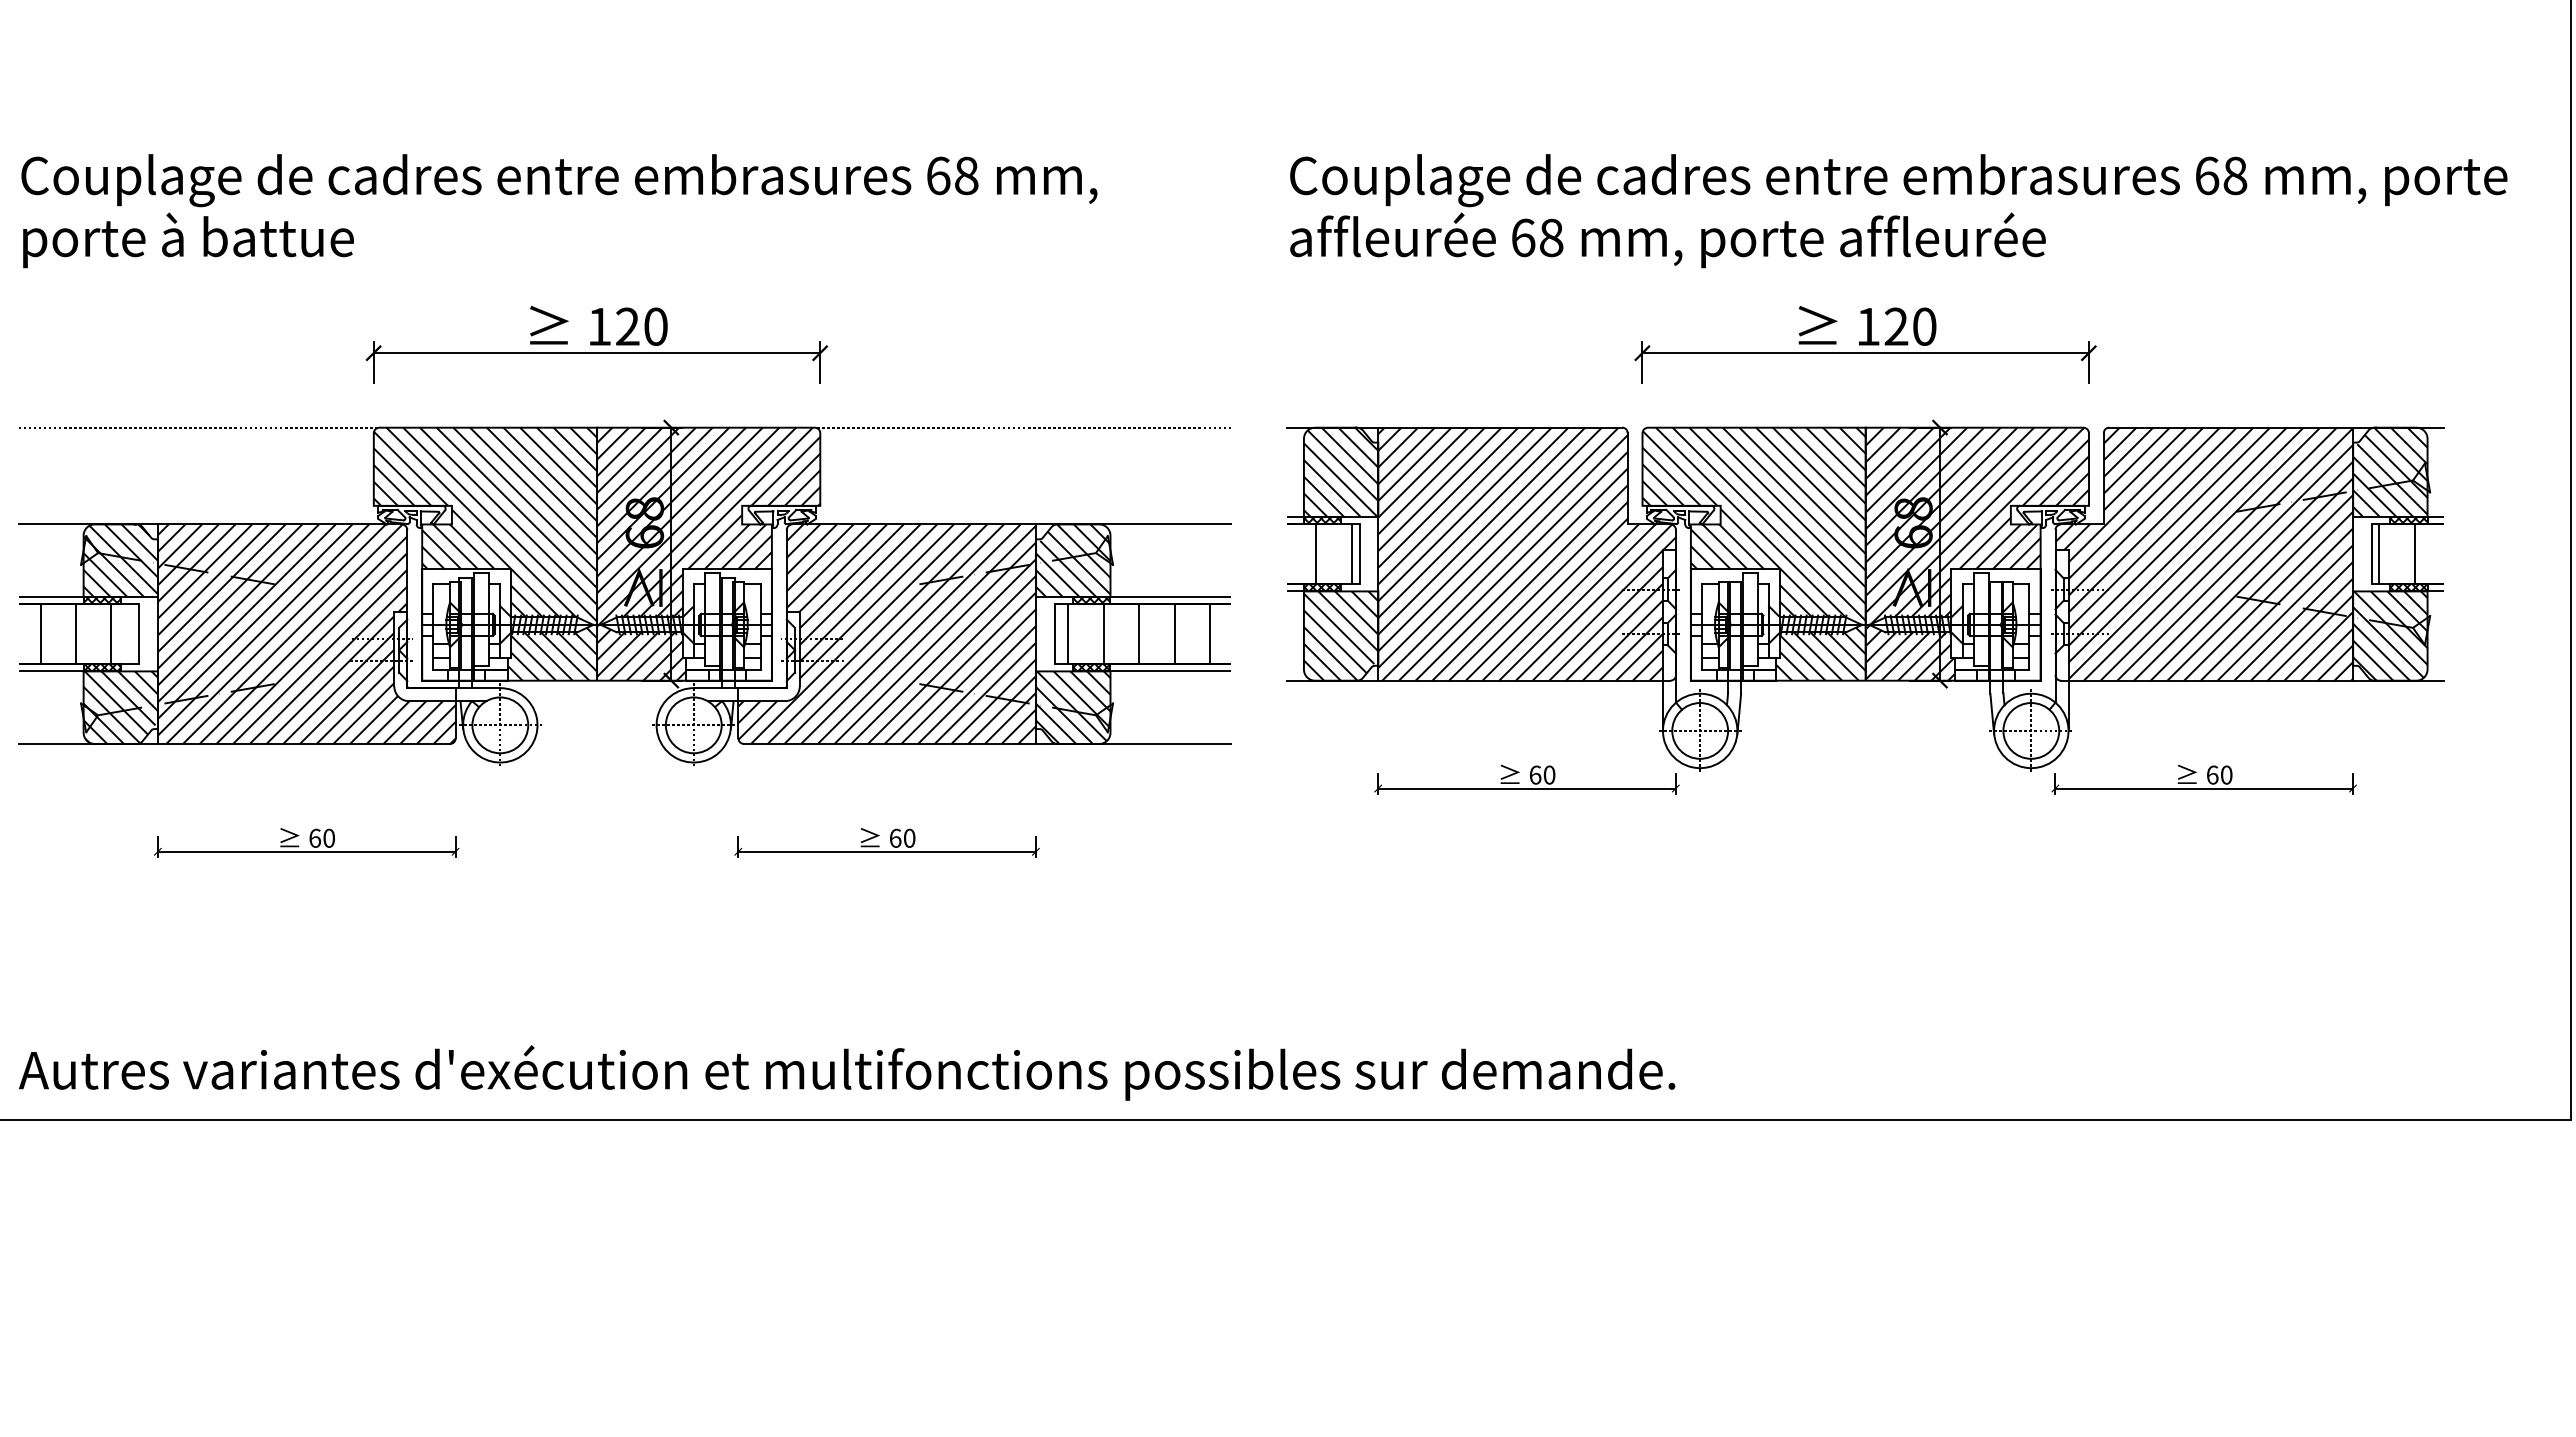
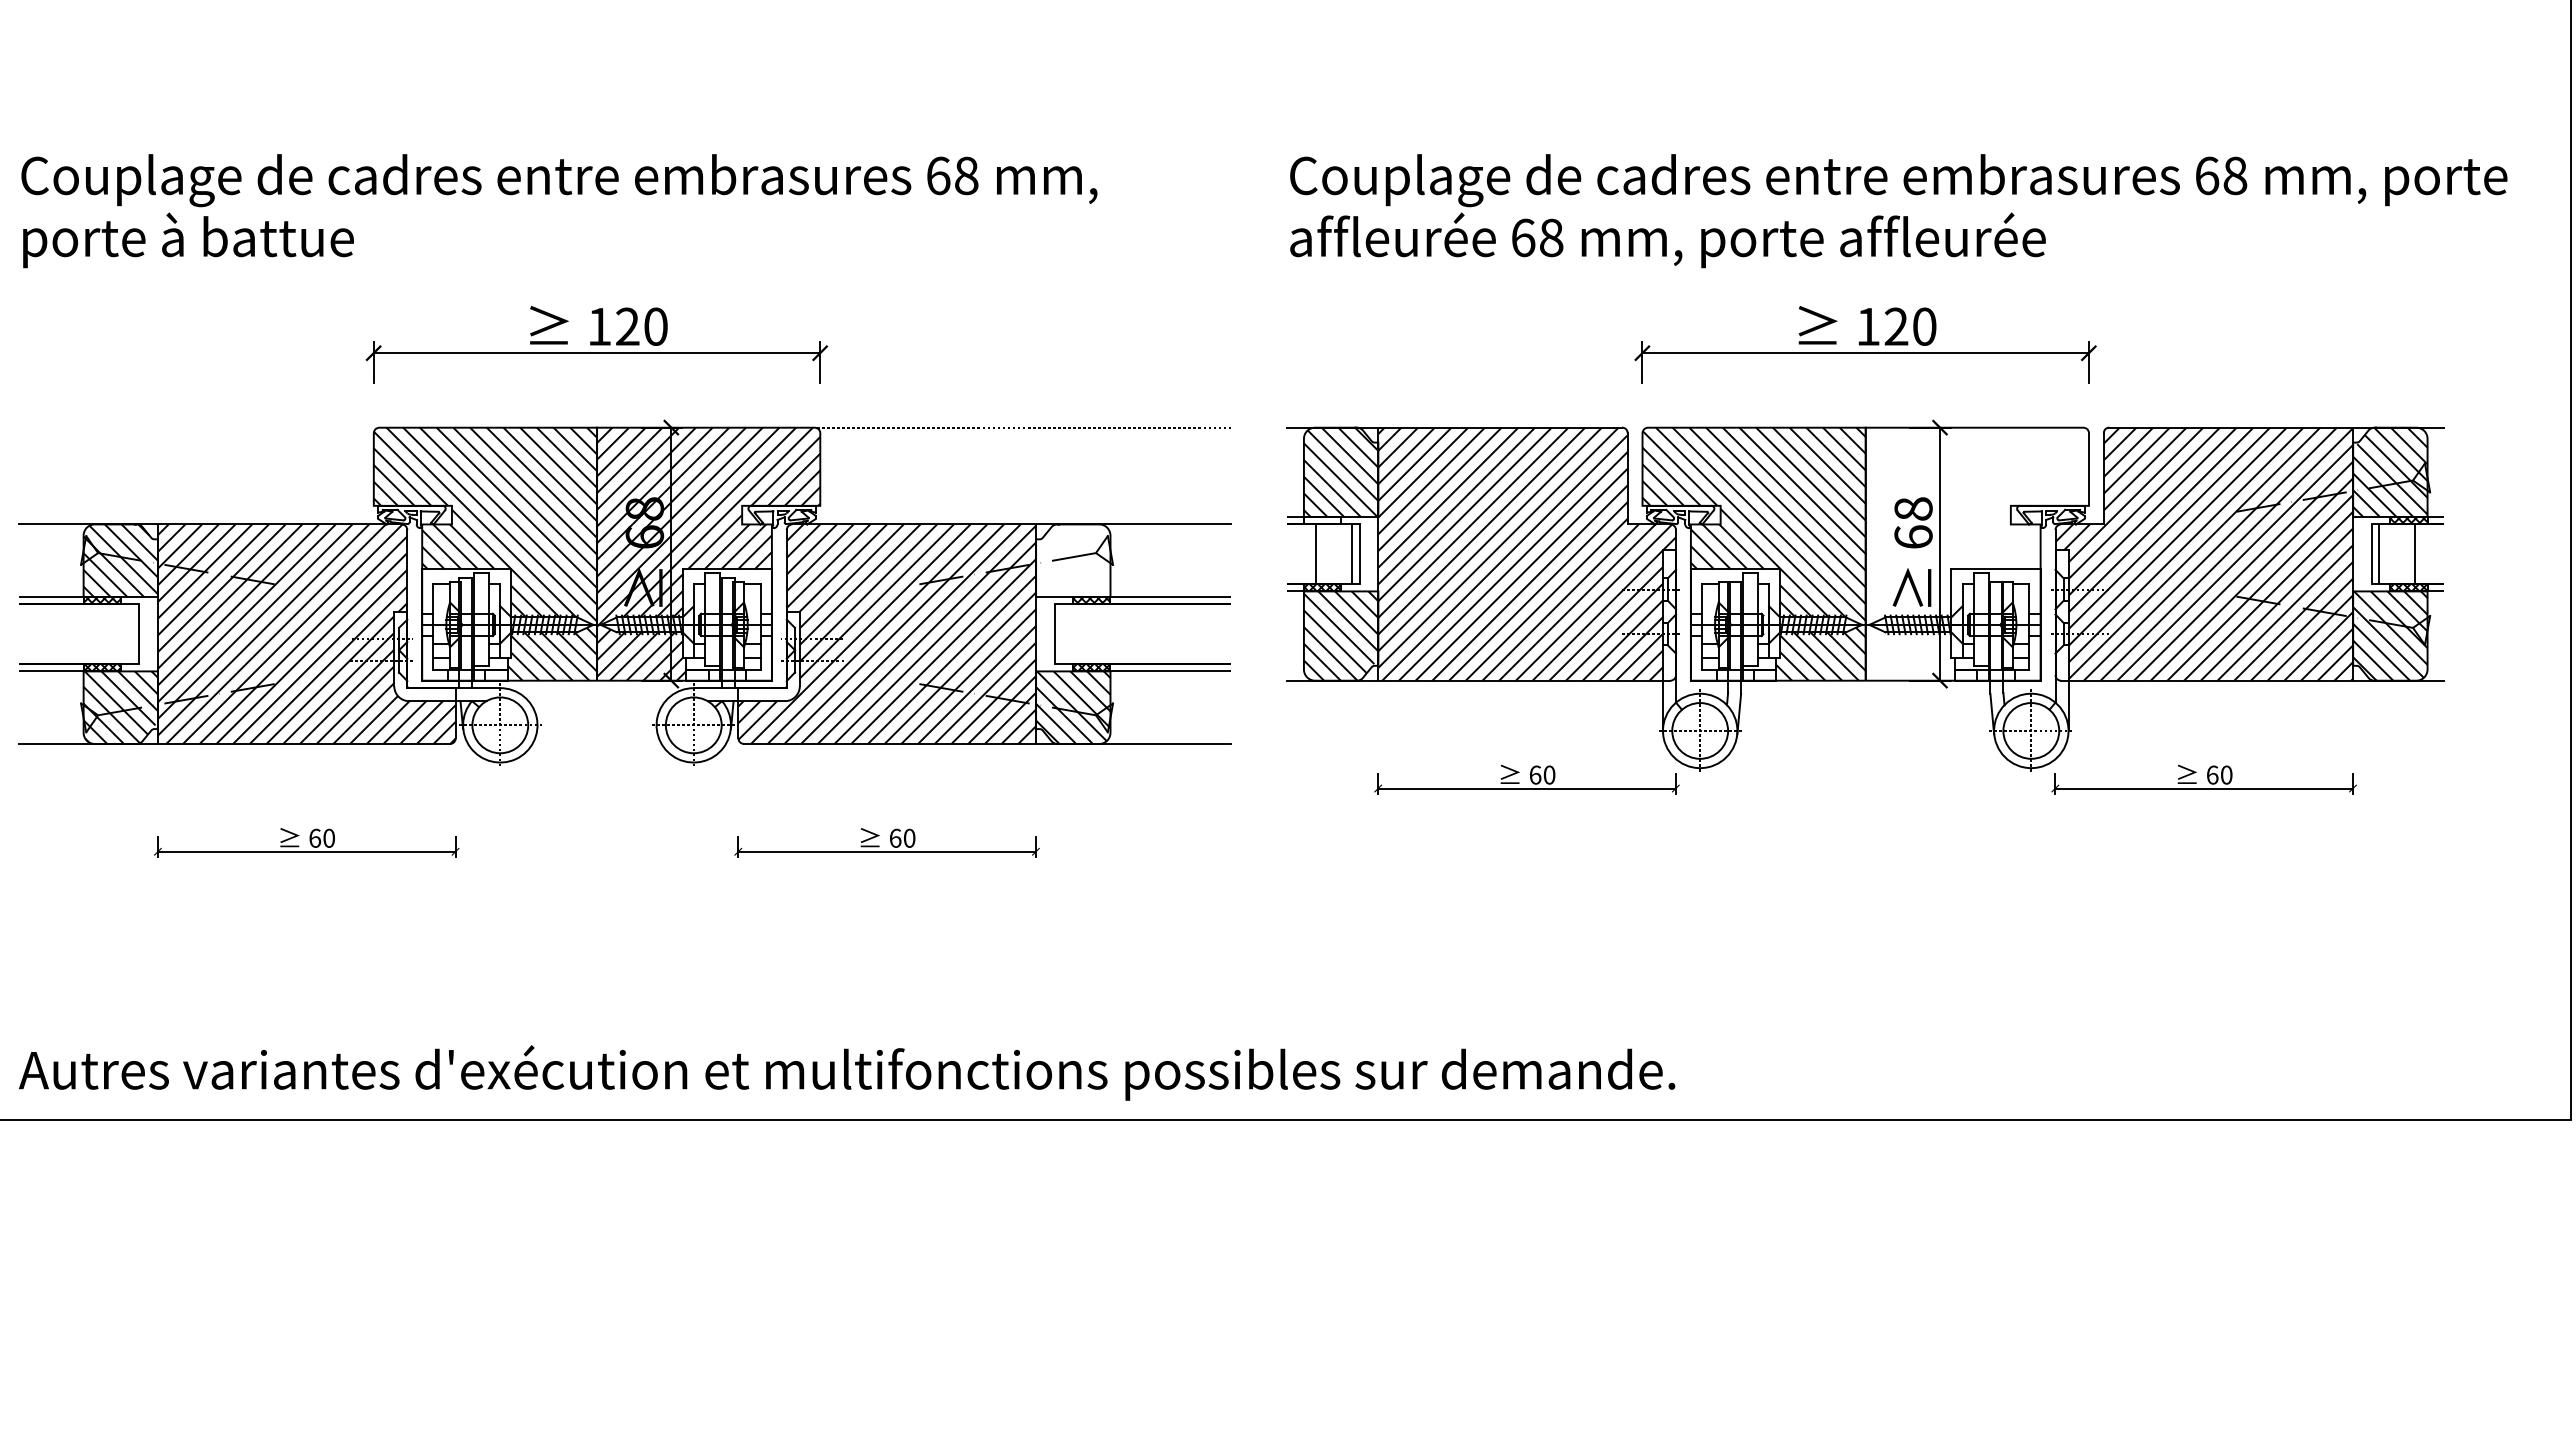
line at (198, 427): present -> none
hatch at (1322, 520): present -> none
hatch at (1976, 553): present -> none
hatch at (1073, 560): present -> none
hatch at (75, 633): present -> none
hatch at (1139, 633): present -> none
